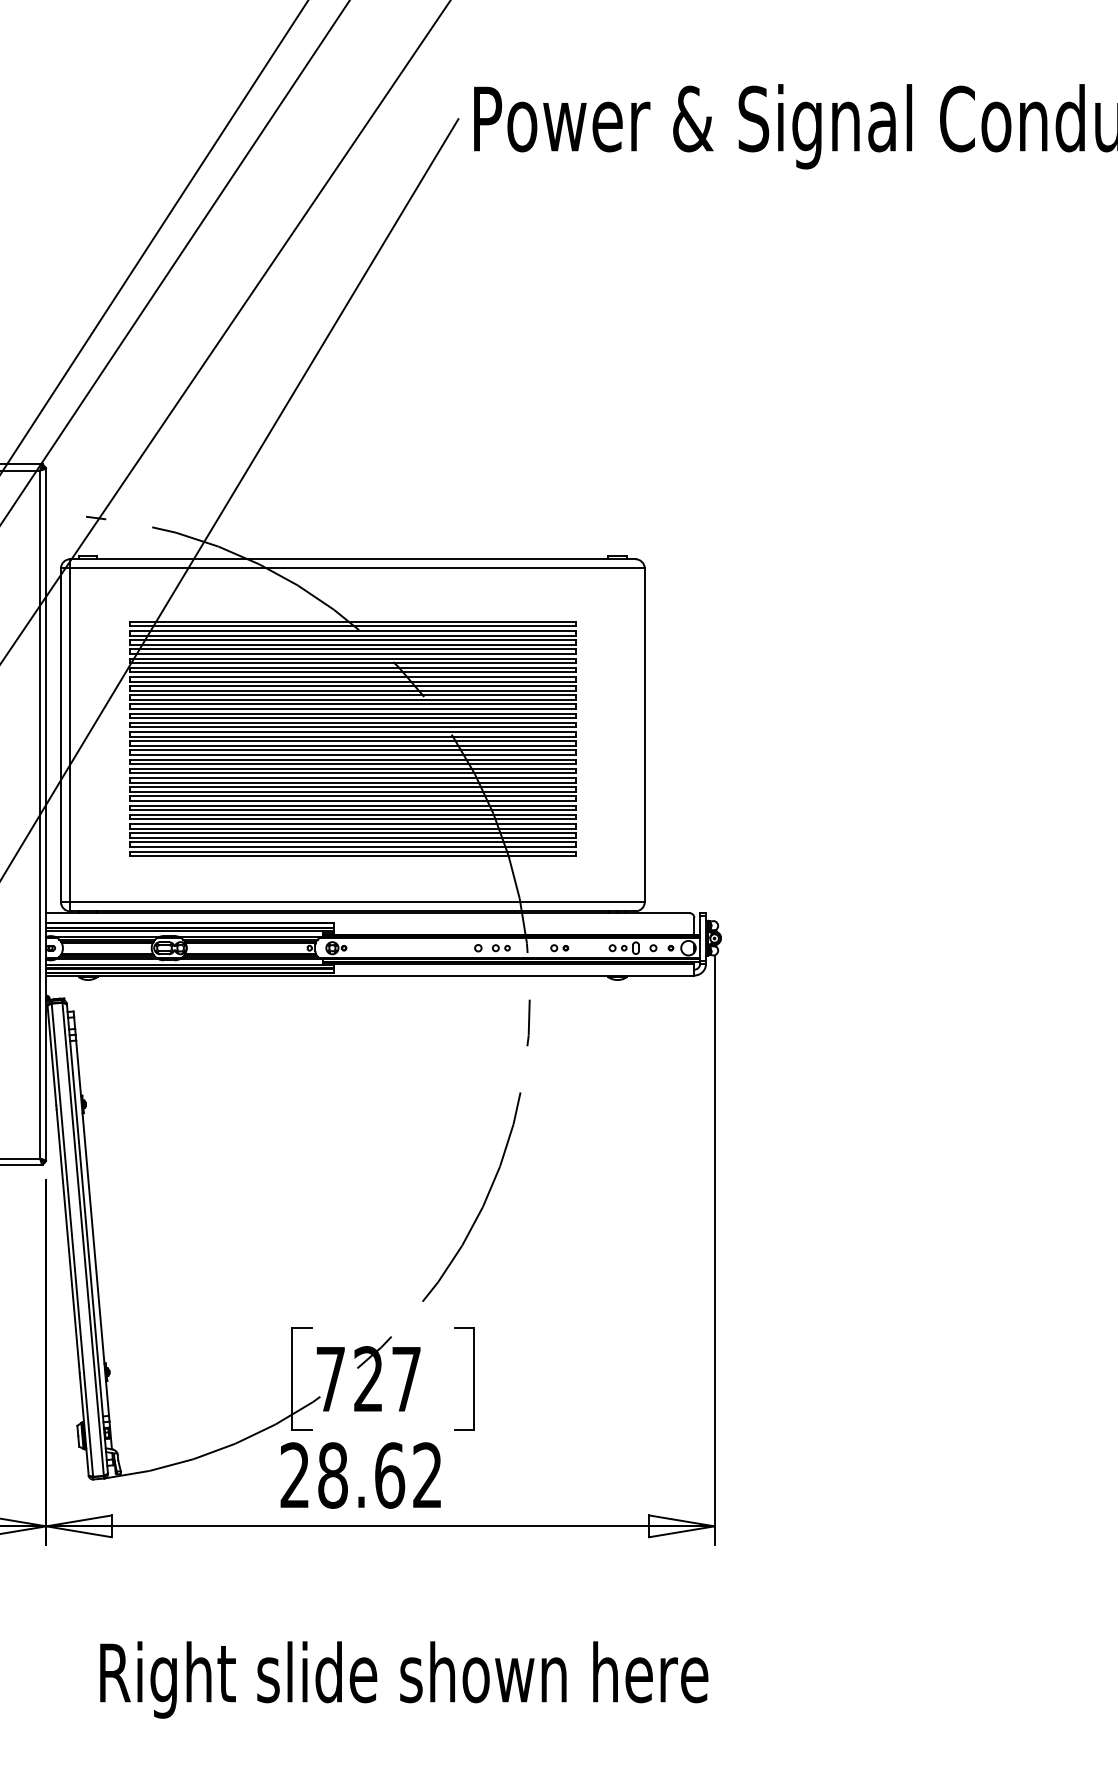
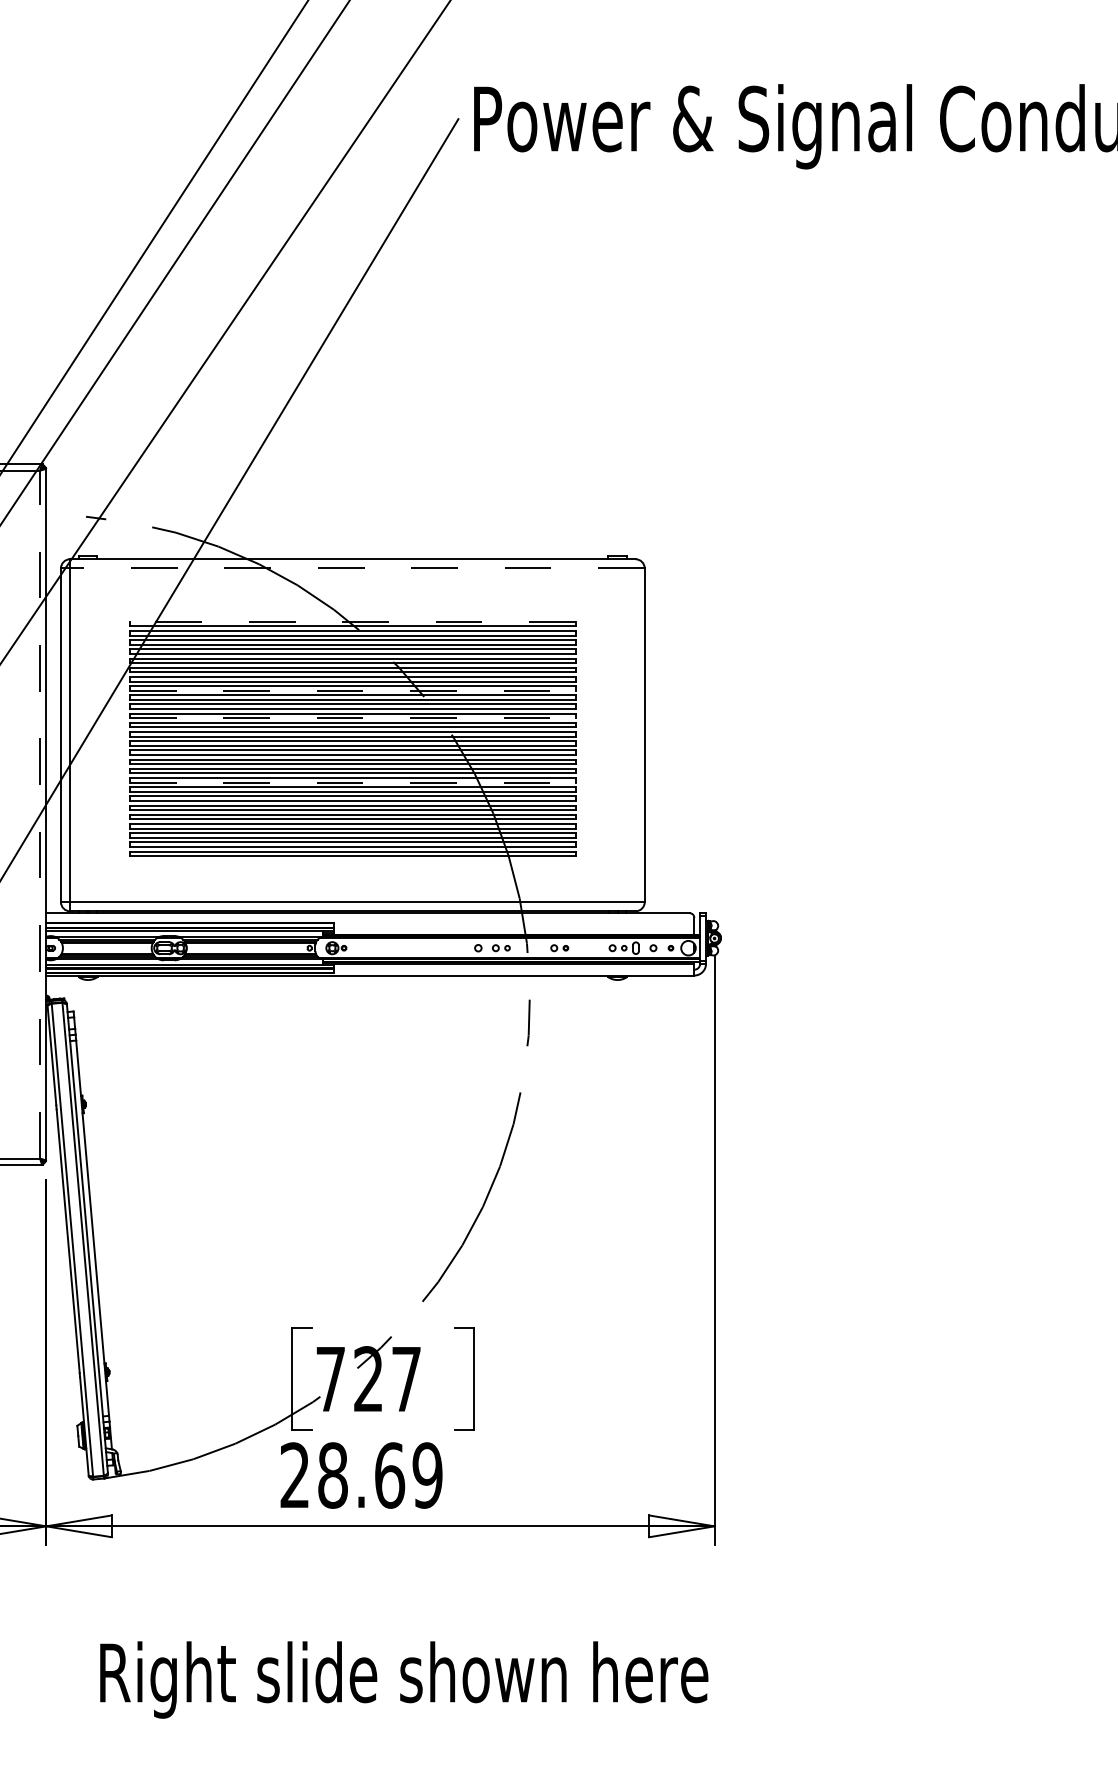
line at (356, 568): solid -> dashed
line at (352, 621): solid -> dashed
line at (352, 690): solid -> dashed
line at (352, 718): solid -> dashed
line at (352, 782): solid -> dashed
line at (40, 814): solid -> dashed
text at (427, 1475): 28.62 -> 28.69
